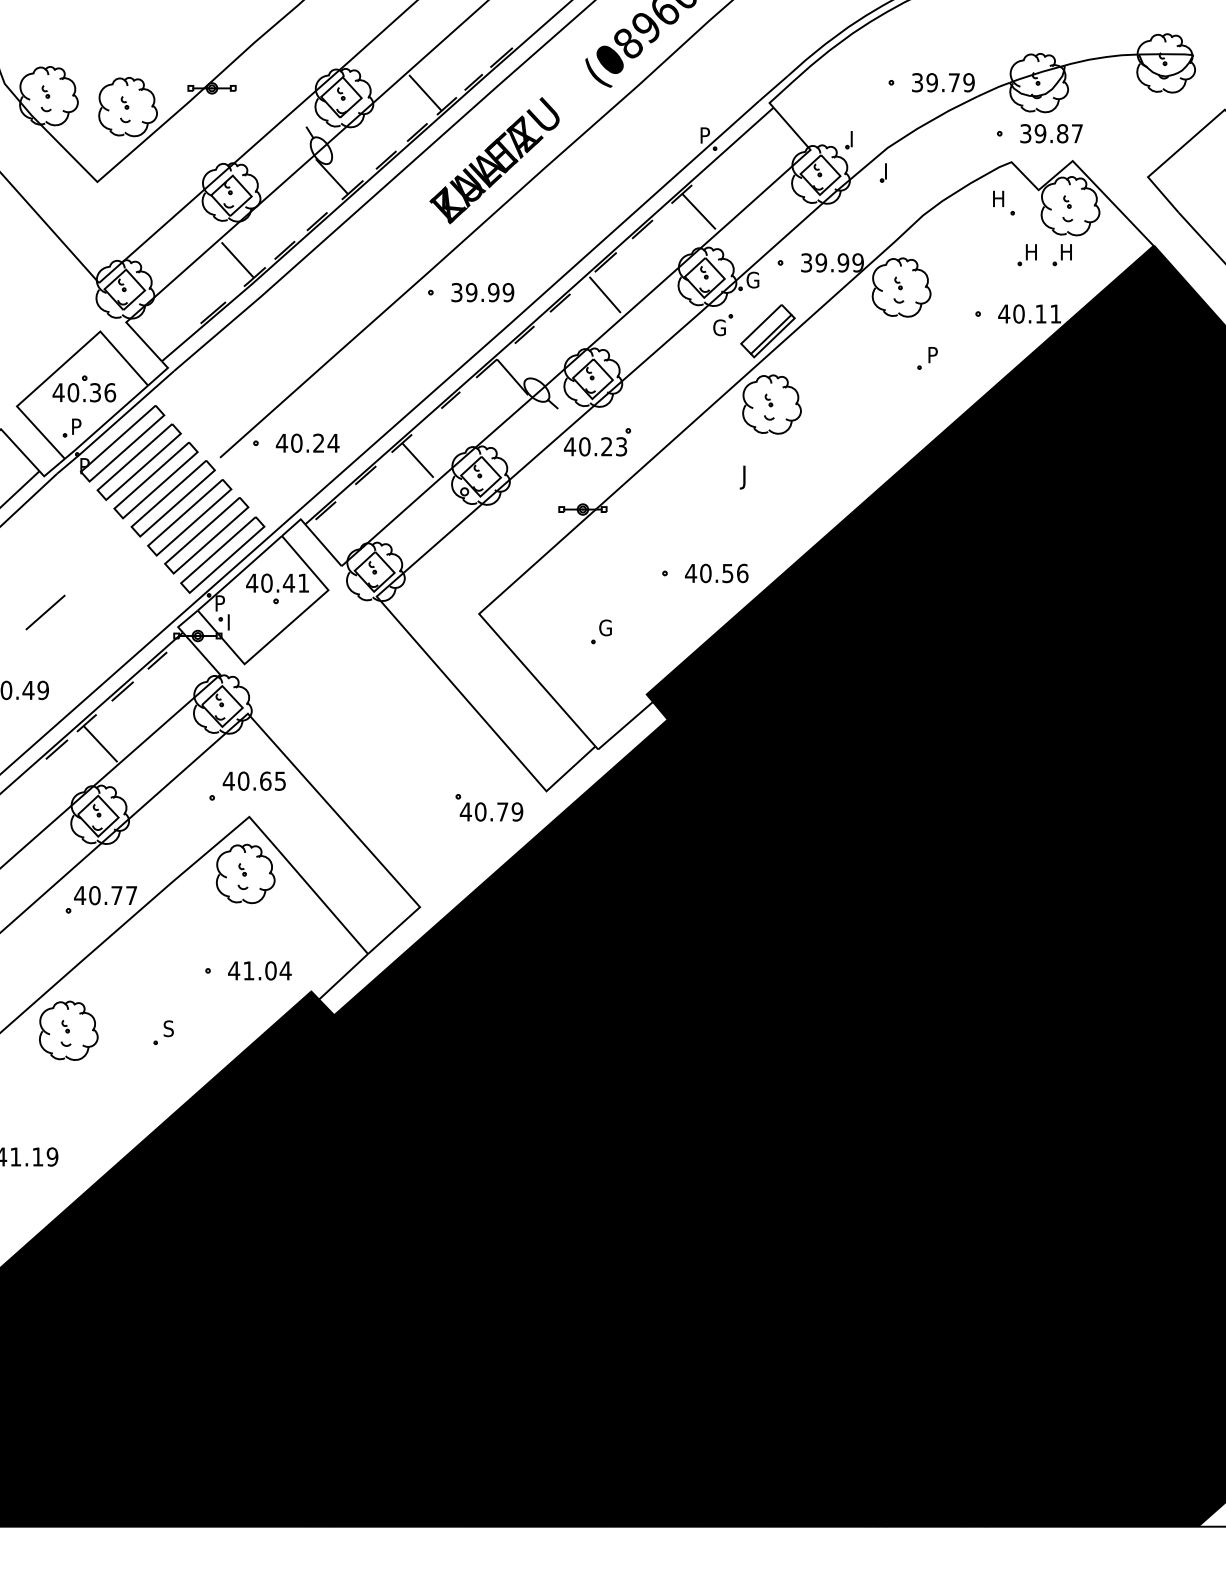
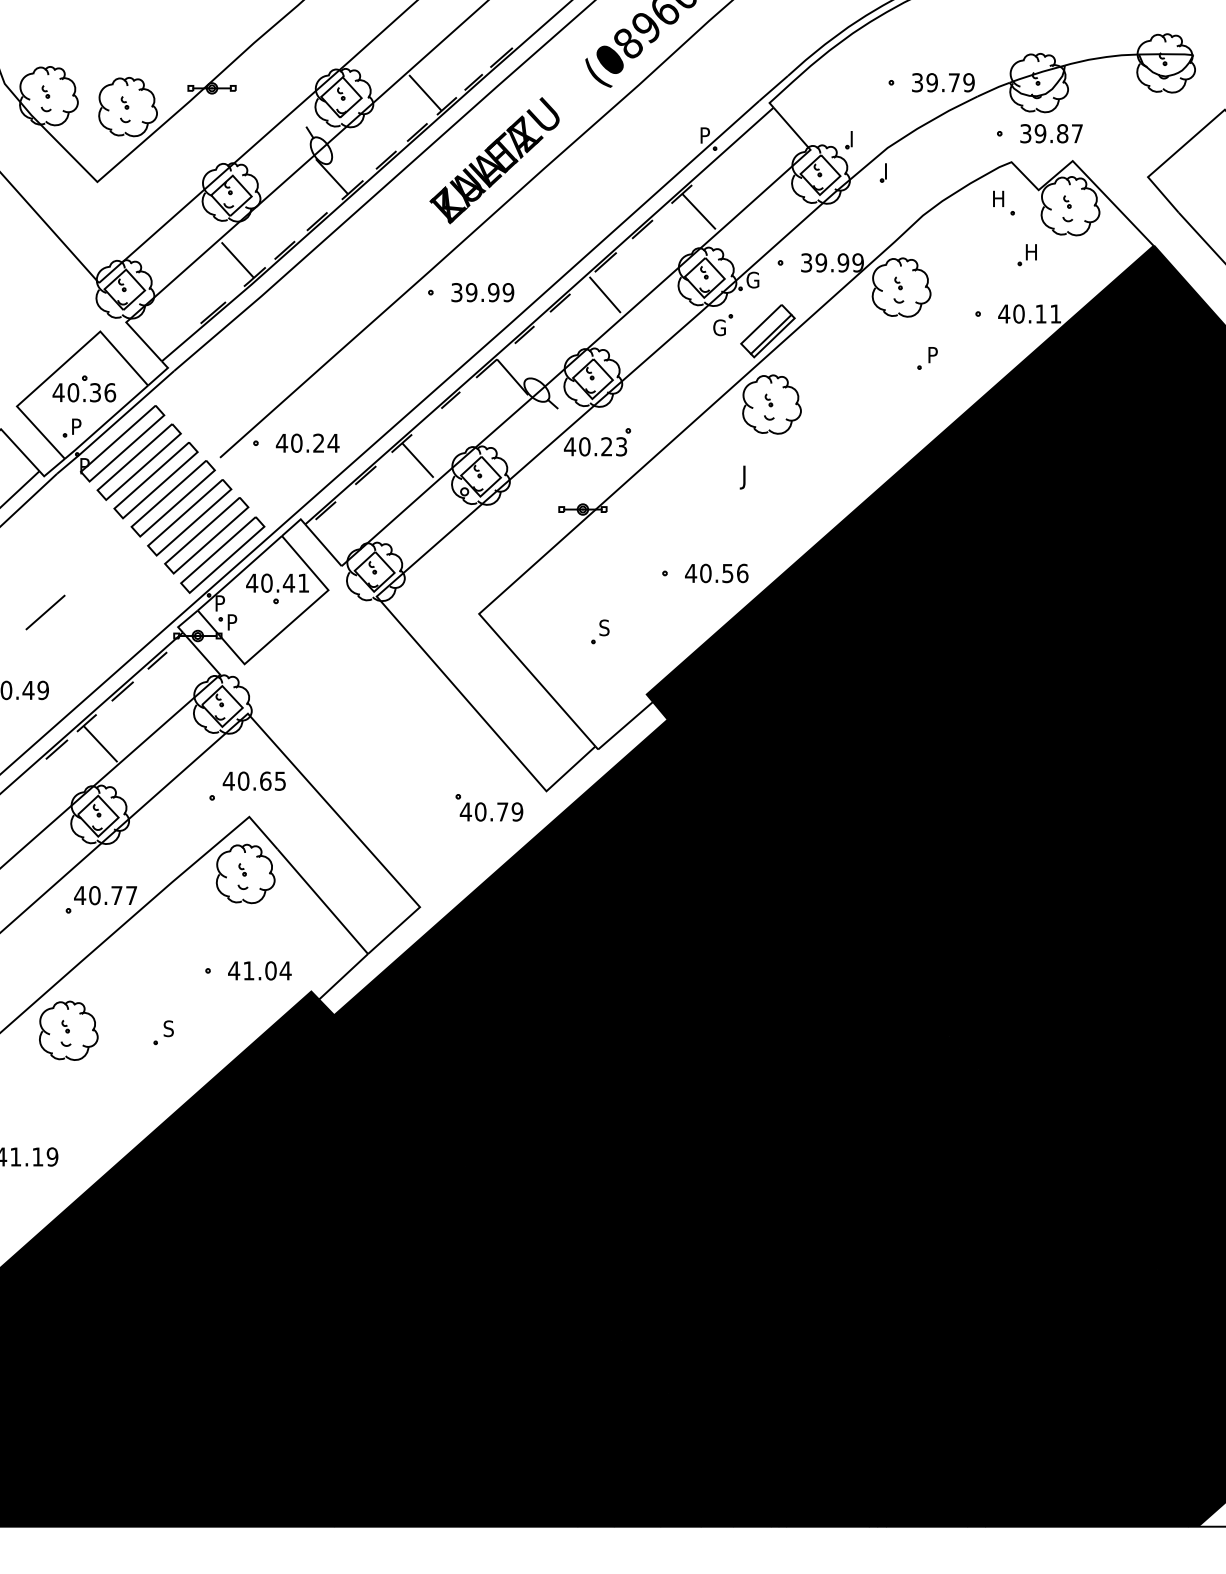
part at (1061, 255): present -> none
text at (233, 618): I -> P
text at (605, 627): G -> S
